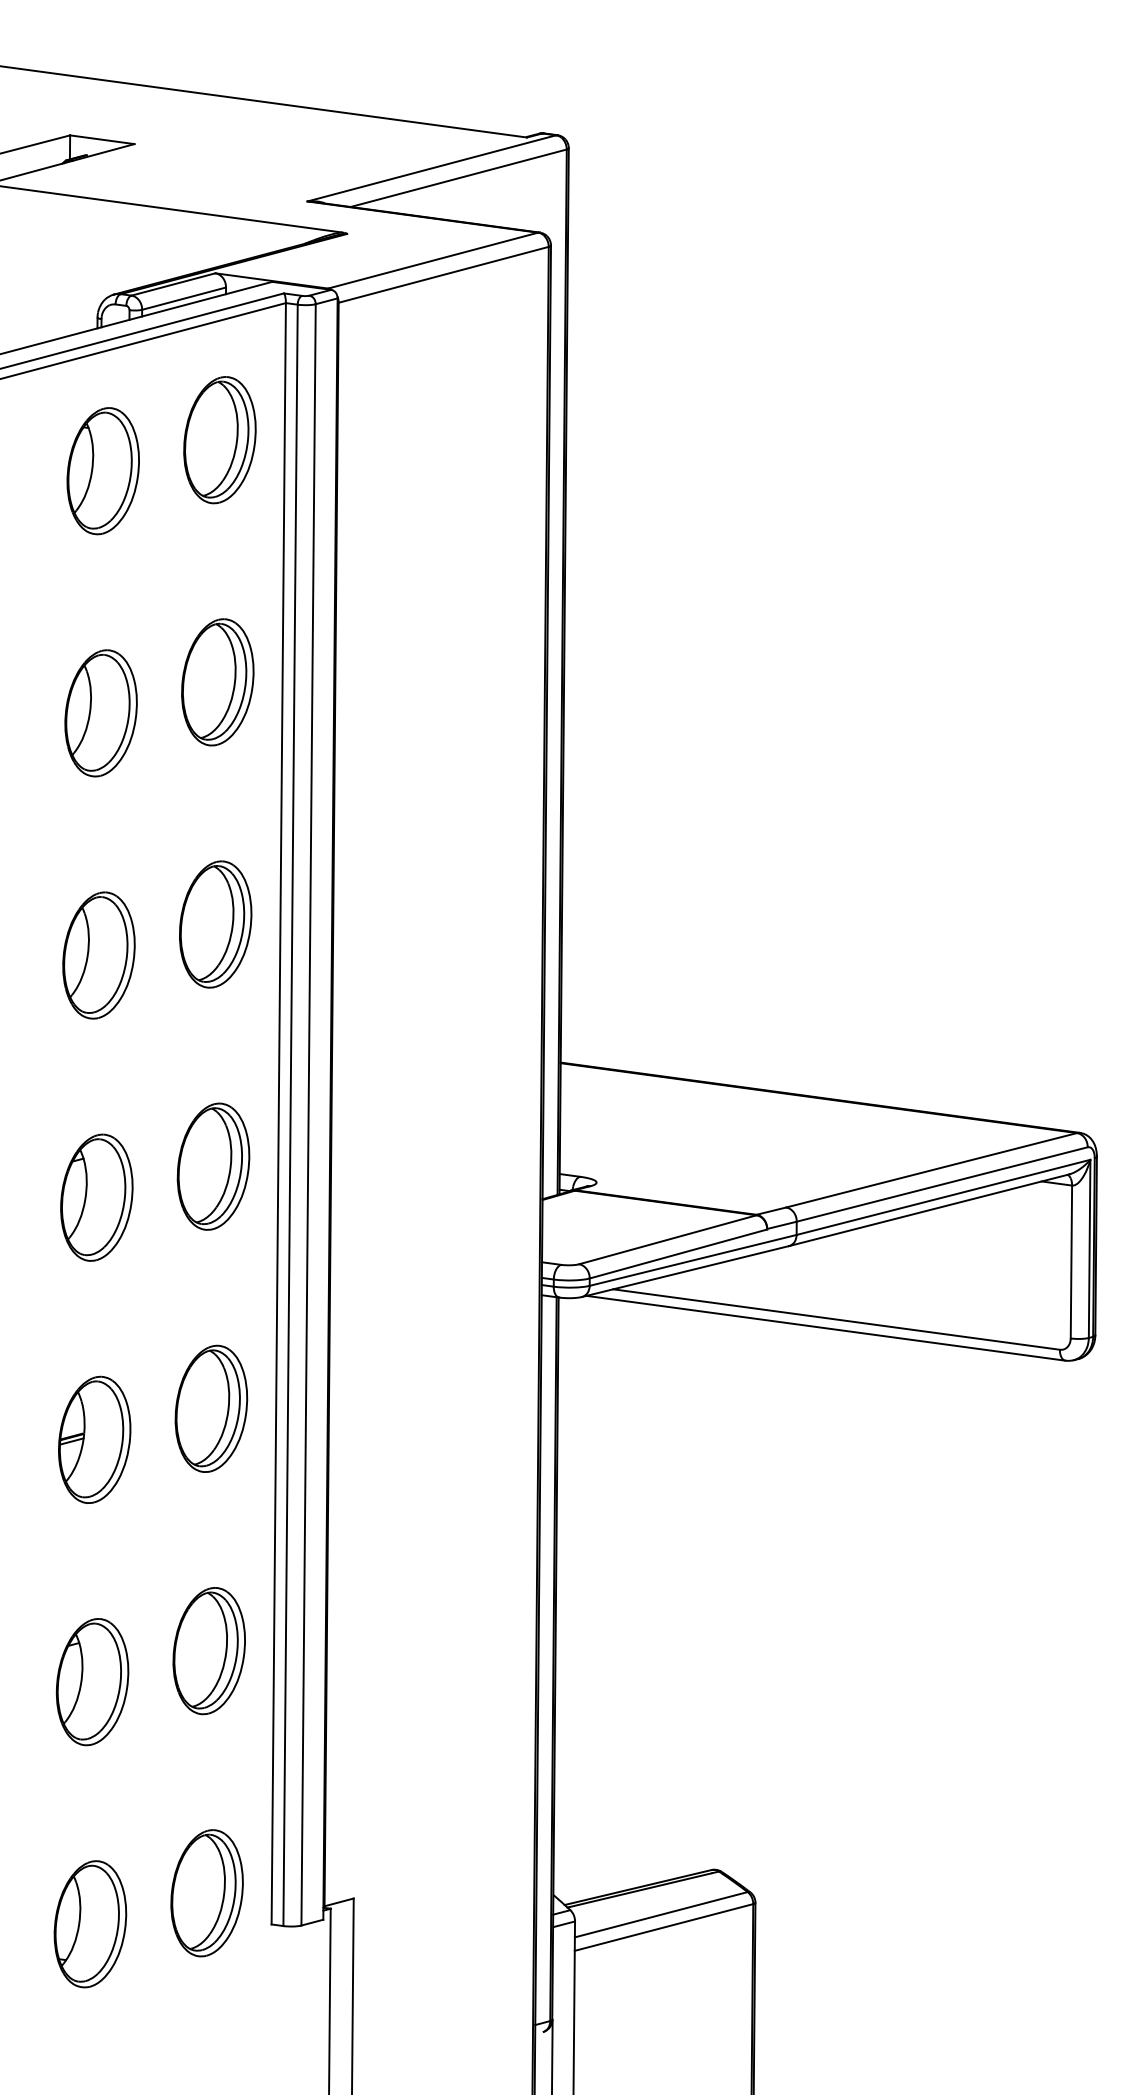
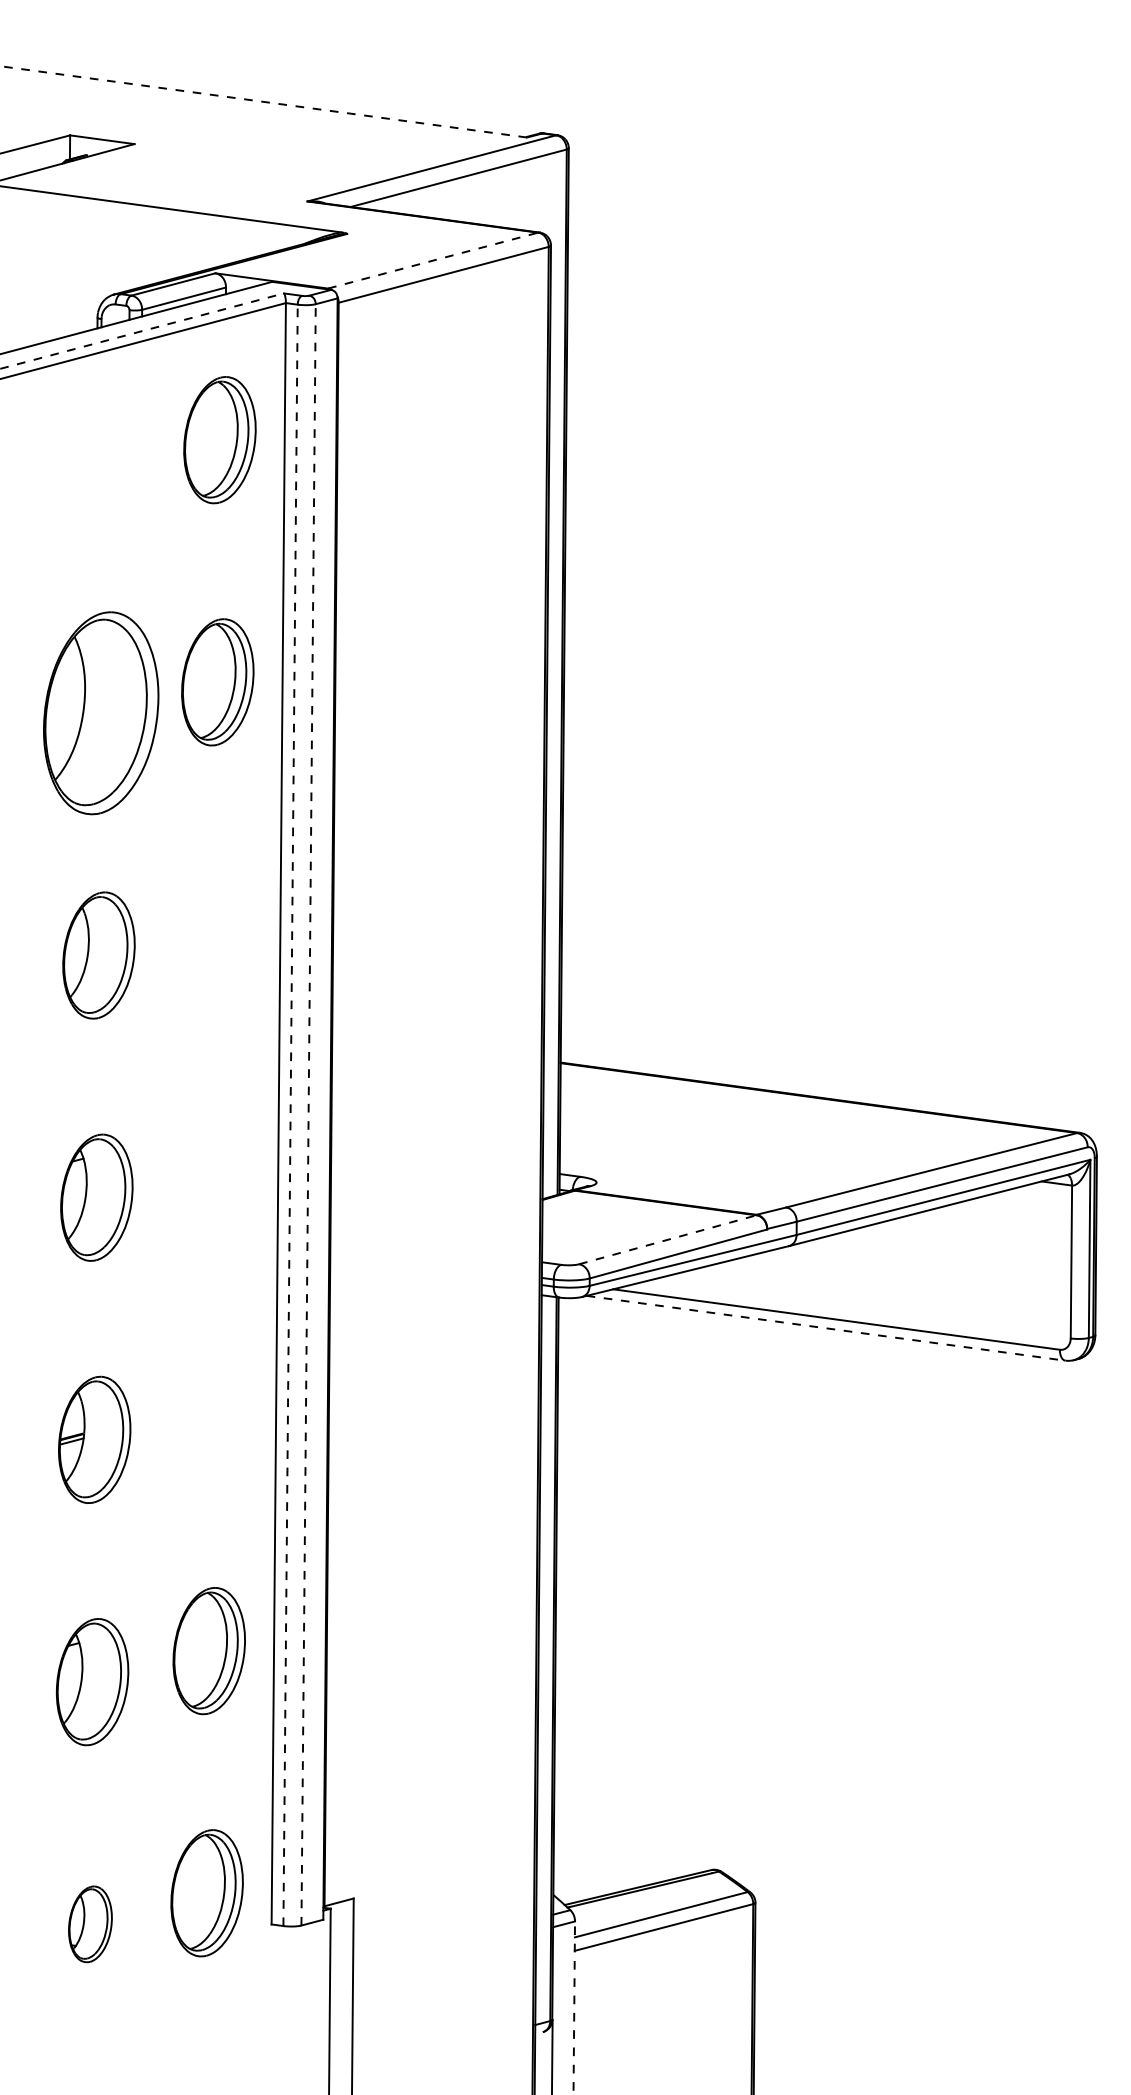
line at (263, 101): solid -> dashed
line at (433, 260): solid -> dashed
line at (142, 331): solid -> dashed
part at (102, 471): present -> none
part at (100, 713) size: 74x129 px -> 117x205 px
part at (215, 924): present -> none
line at (308, 1114): solid -> dashed
line at (290, 1115): solid -> dashed
part at (213, 1166): present -> none
line at (668, 1239): solid -> dashed
line at (826, 1328): solid -> dashed
part at (211, 1408): present -> none
part at (90, 1924) size: 75x129 px -> 45x79 px
line at (574, 2007): solid -> dashed
